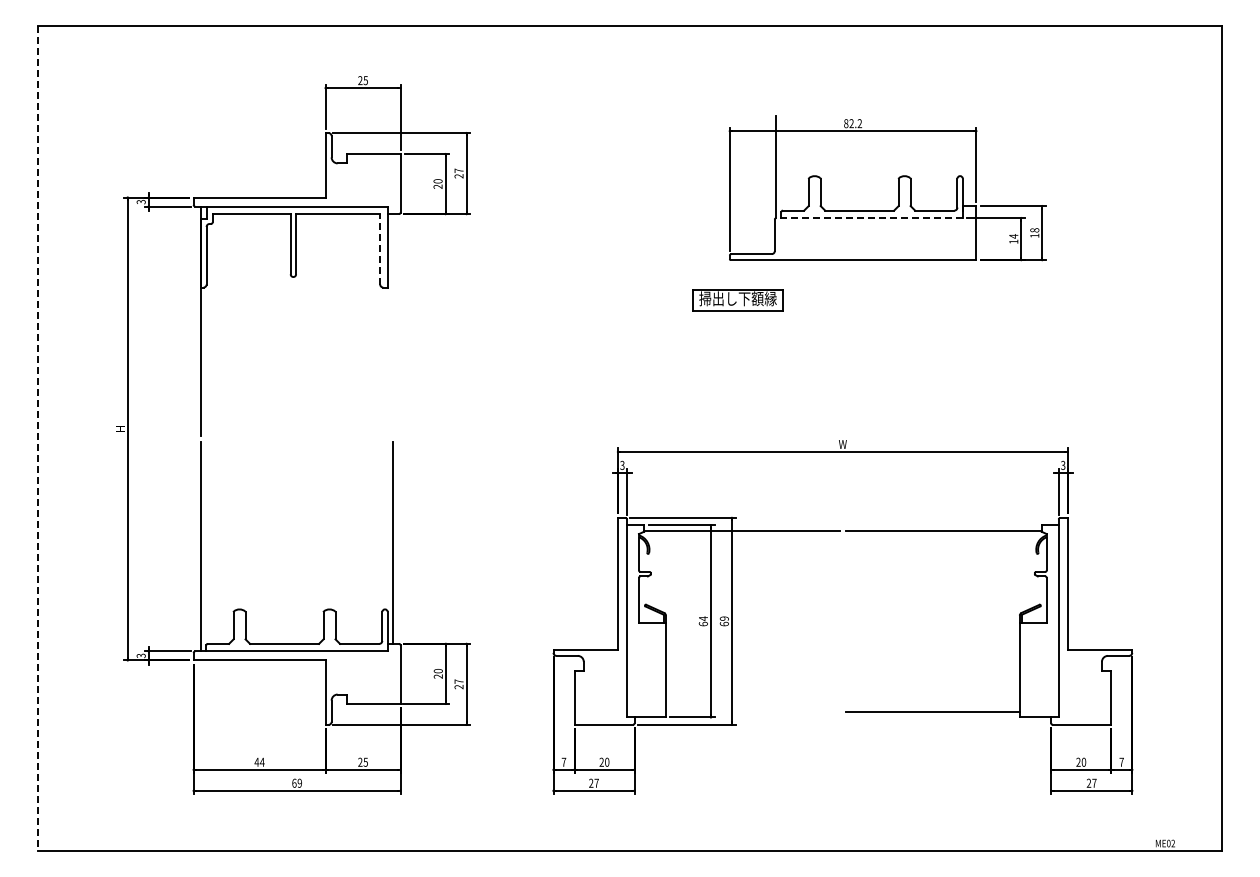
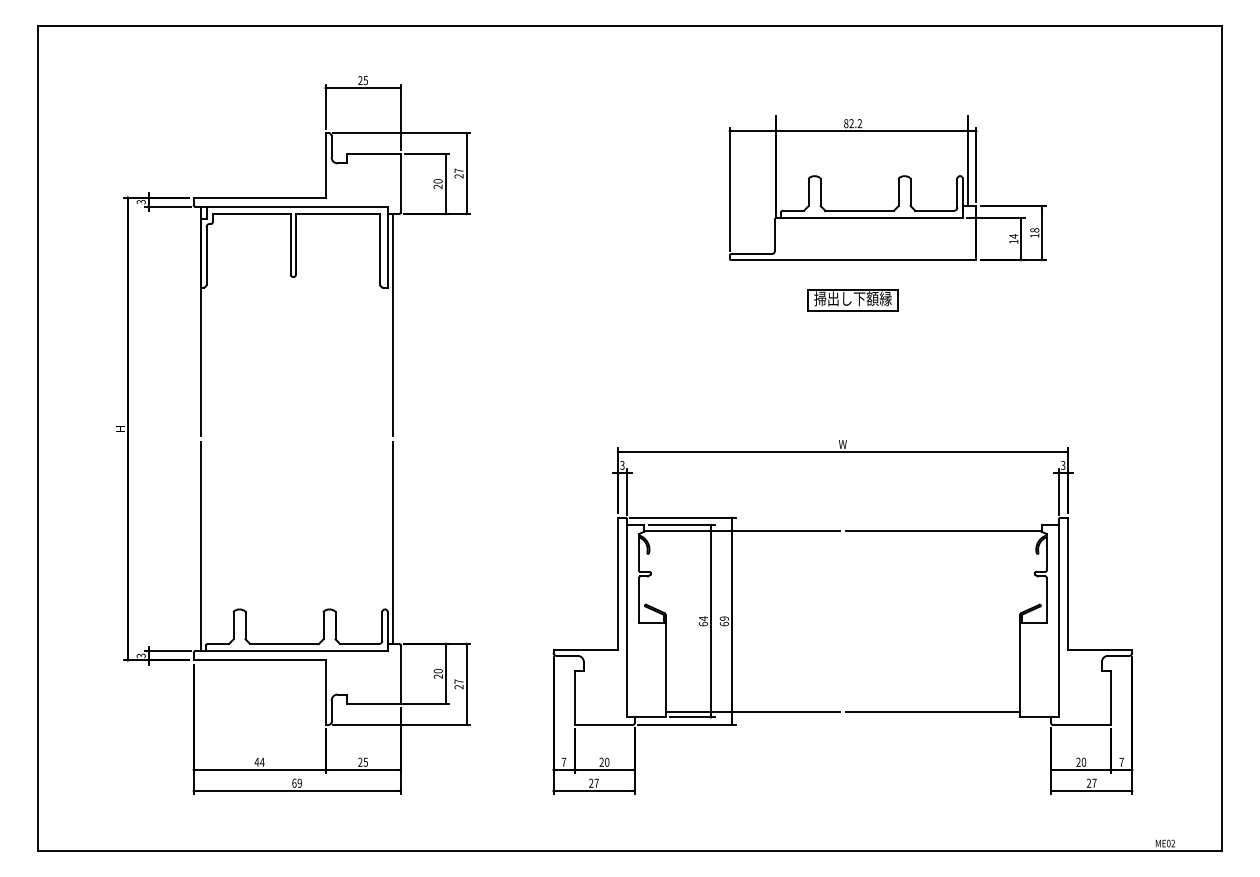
line at (968, 161): none -> present
line at (869, 218): dashed -> solid
line at (380, 248): dashed -> solid
part at (737, 300) position: (737, 300) -> (852, 300)
line at (393, 324): none -> present
line at (37, 438): dashed -> solid
line at (752, 711): none -> present
